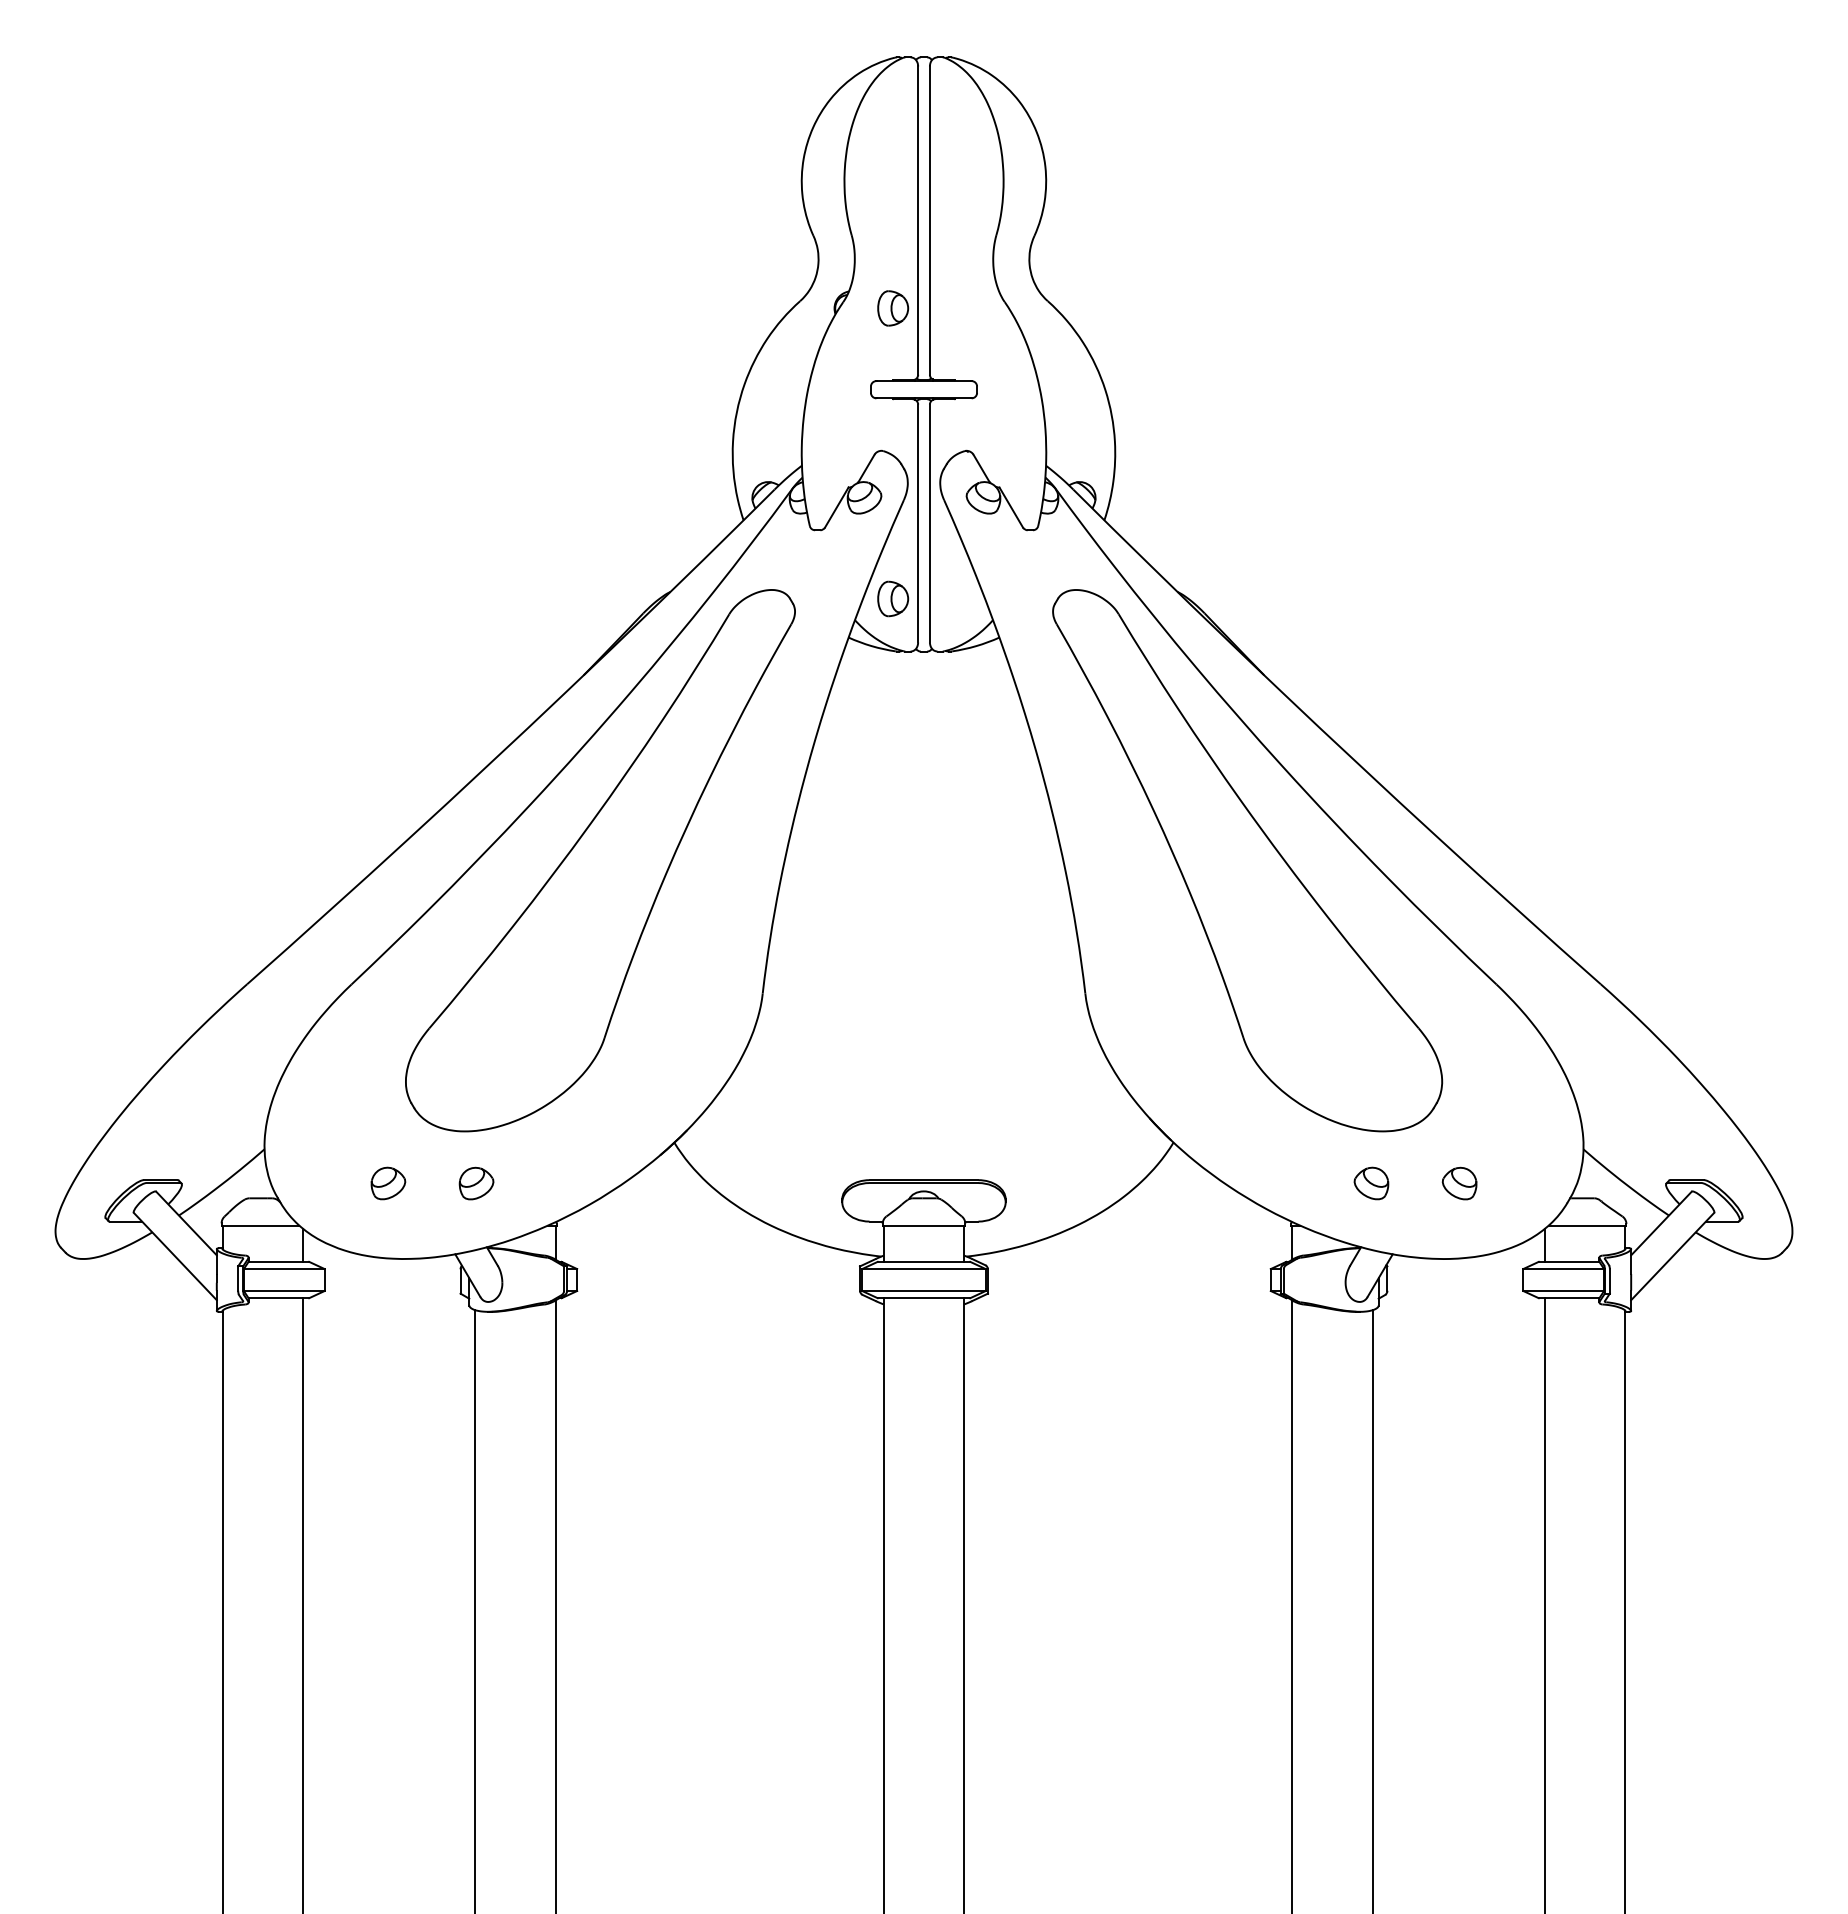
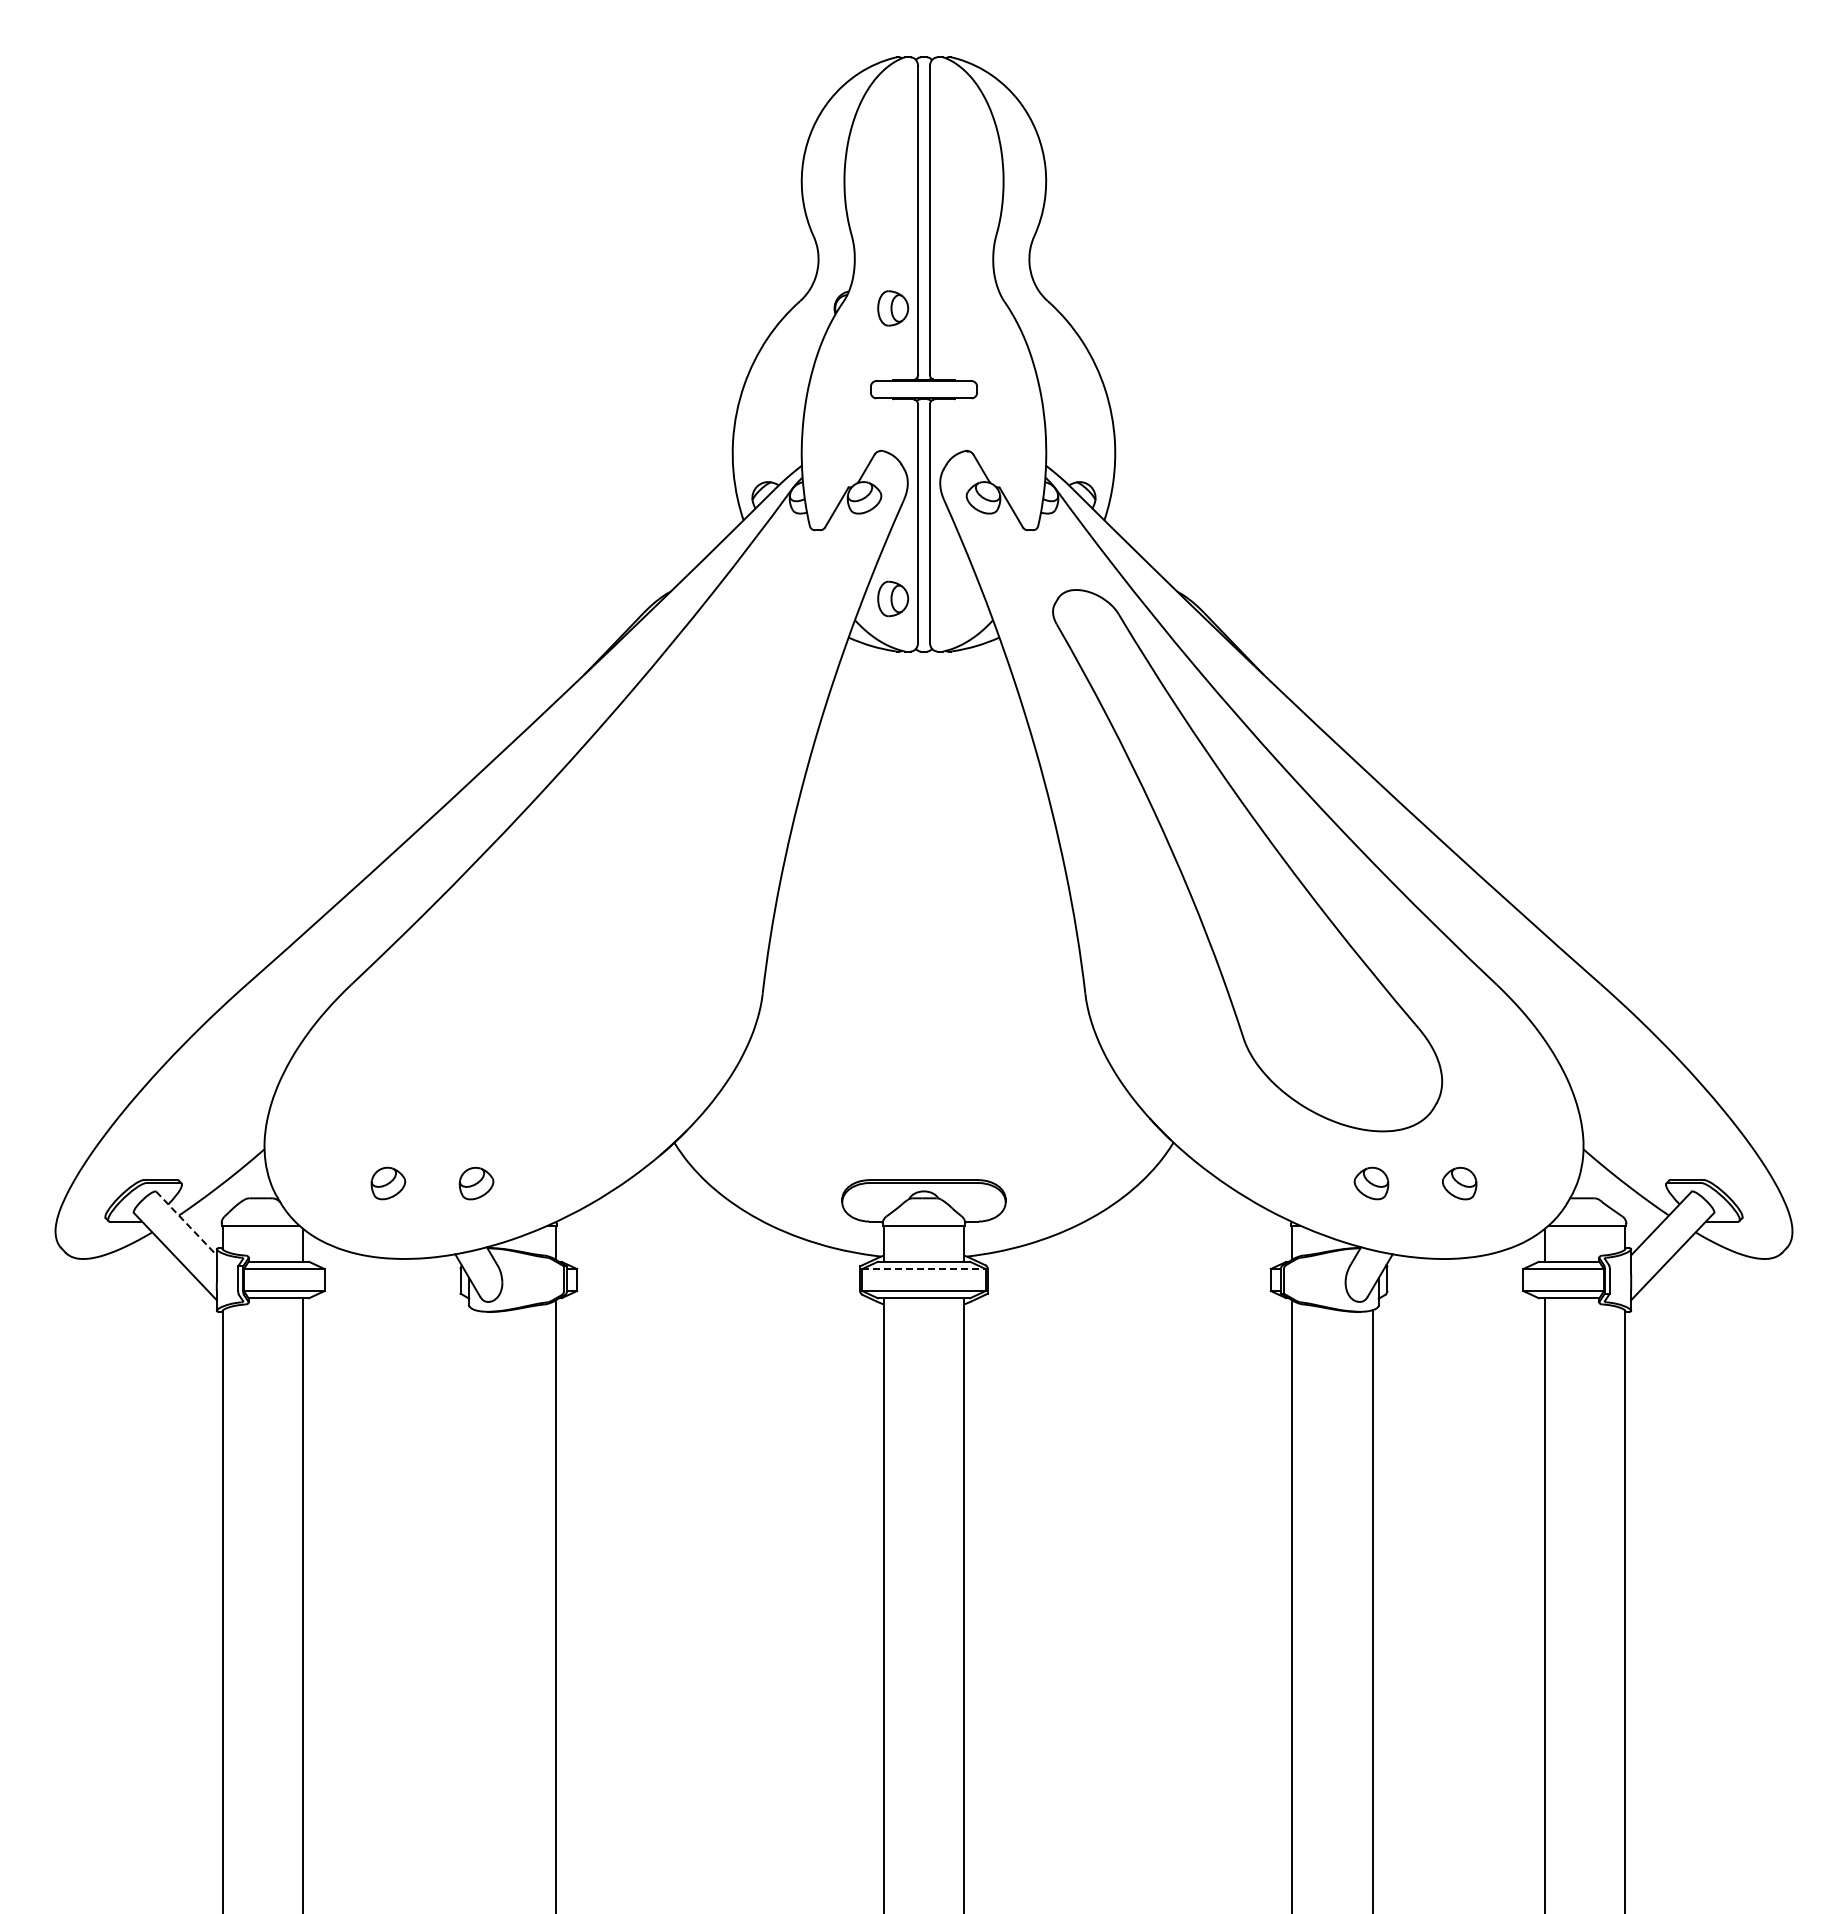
part at (600, 860): present -> none
line at (186, 1223): solid -> dashed
line at (923, 1269): solid -> dashed
line at (475, 1610): present -> none
